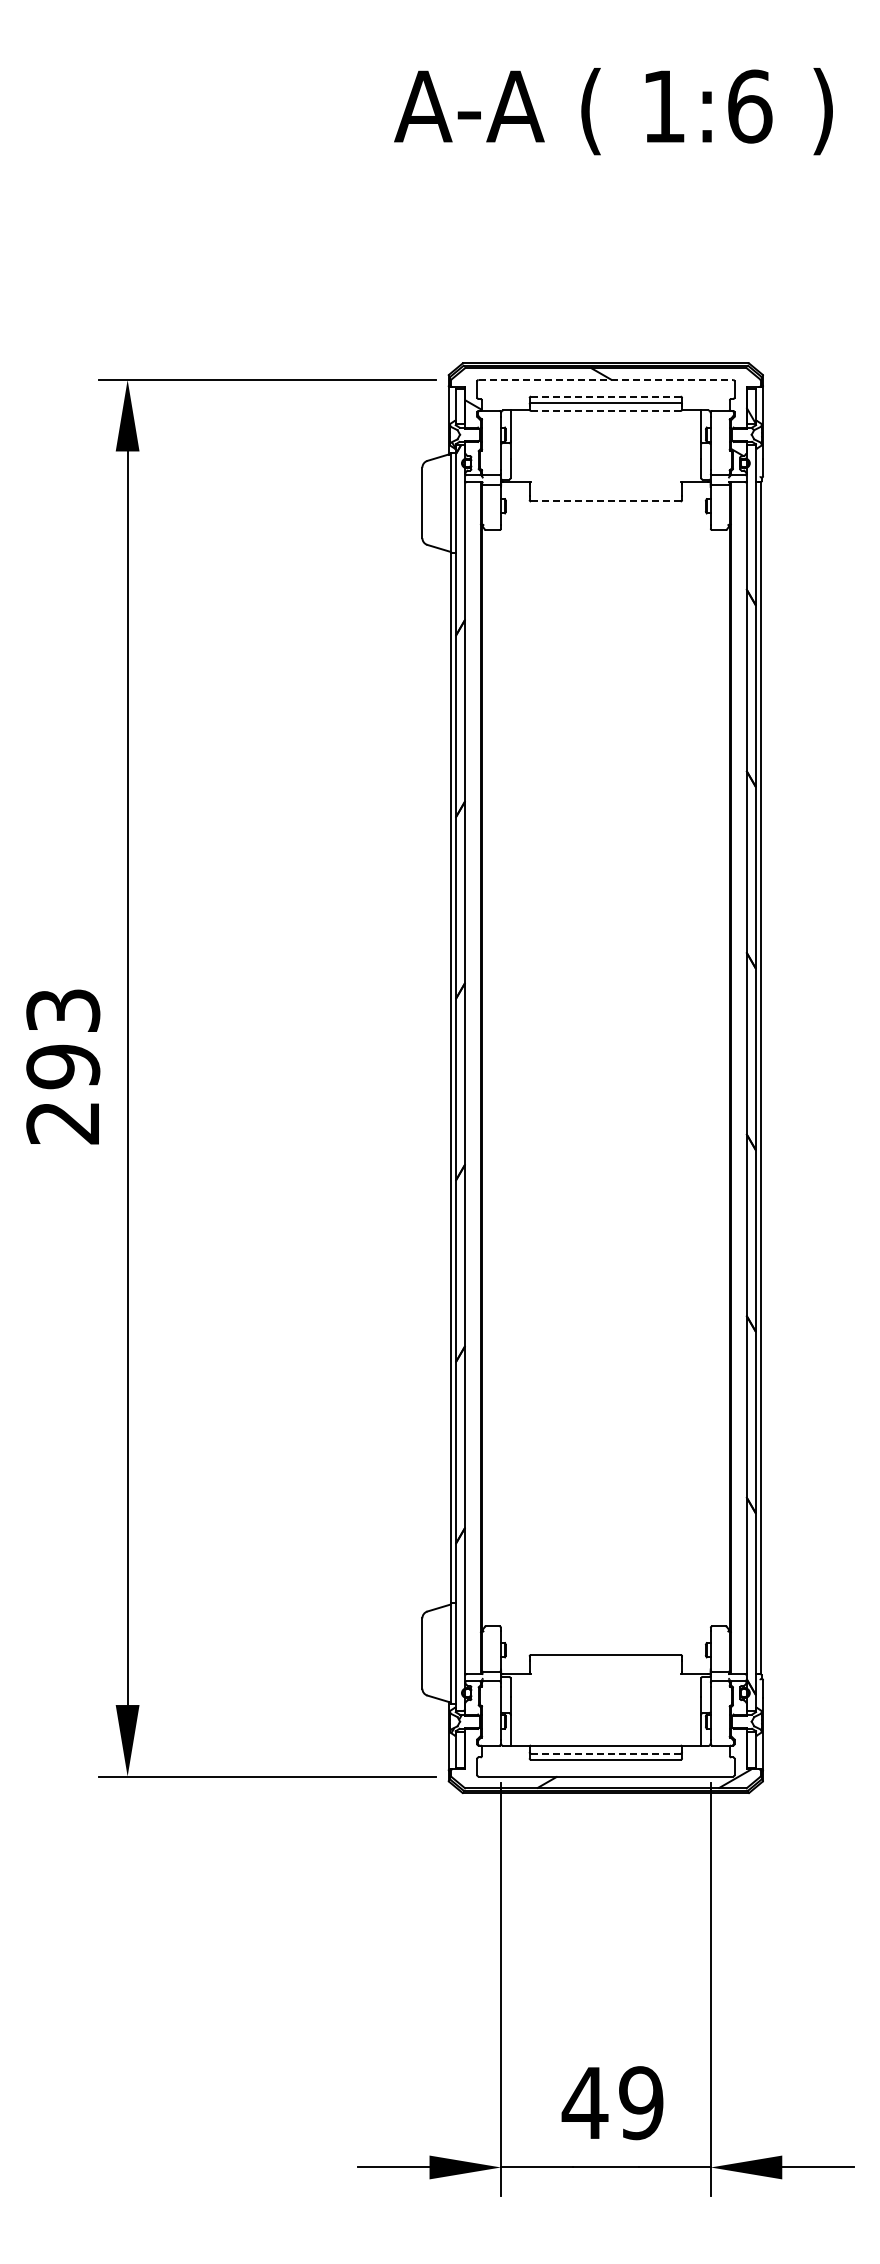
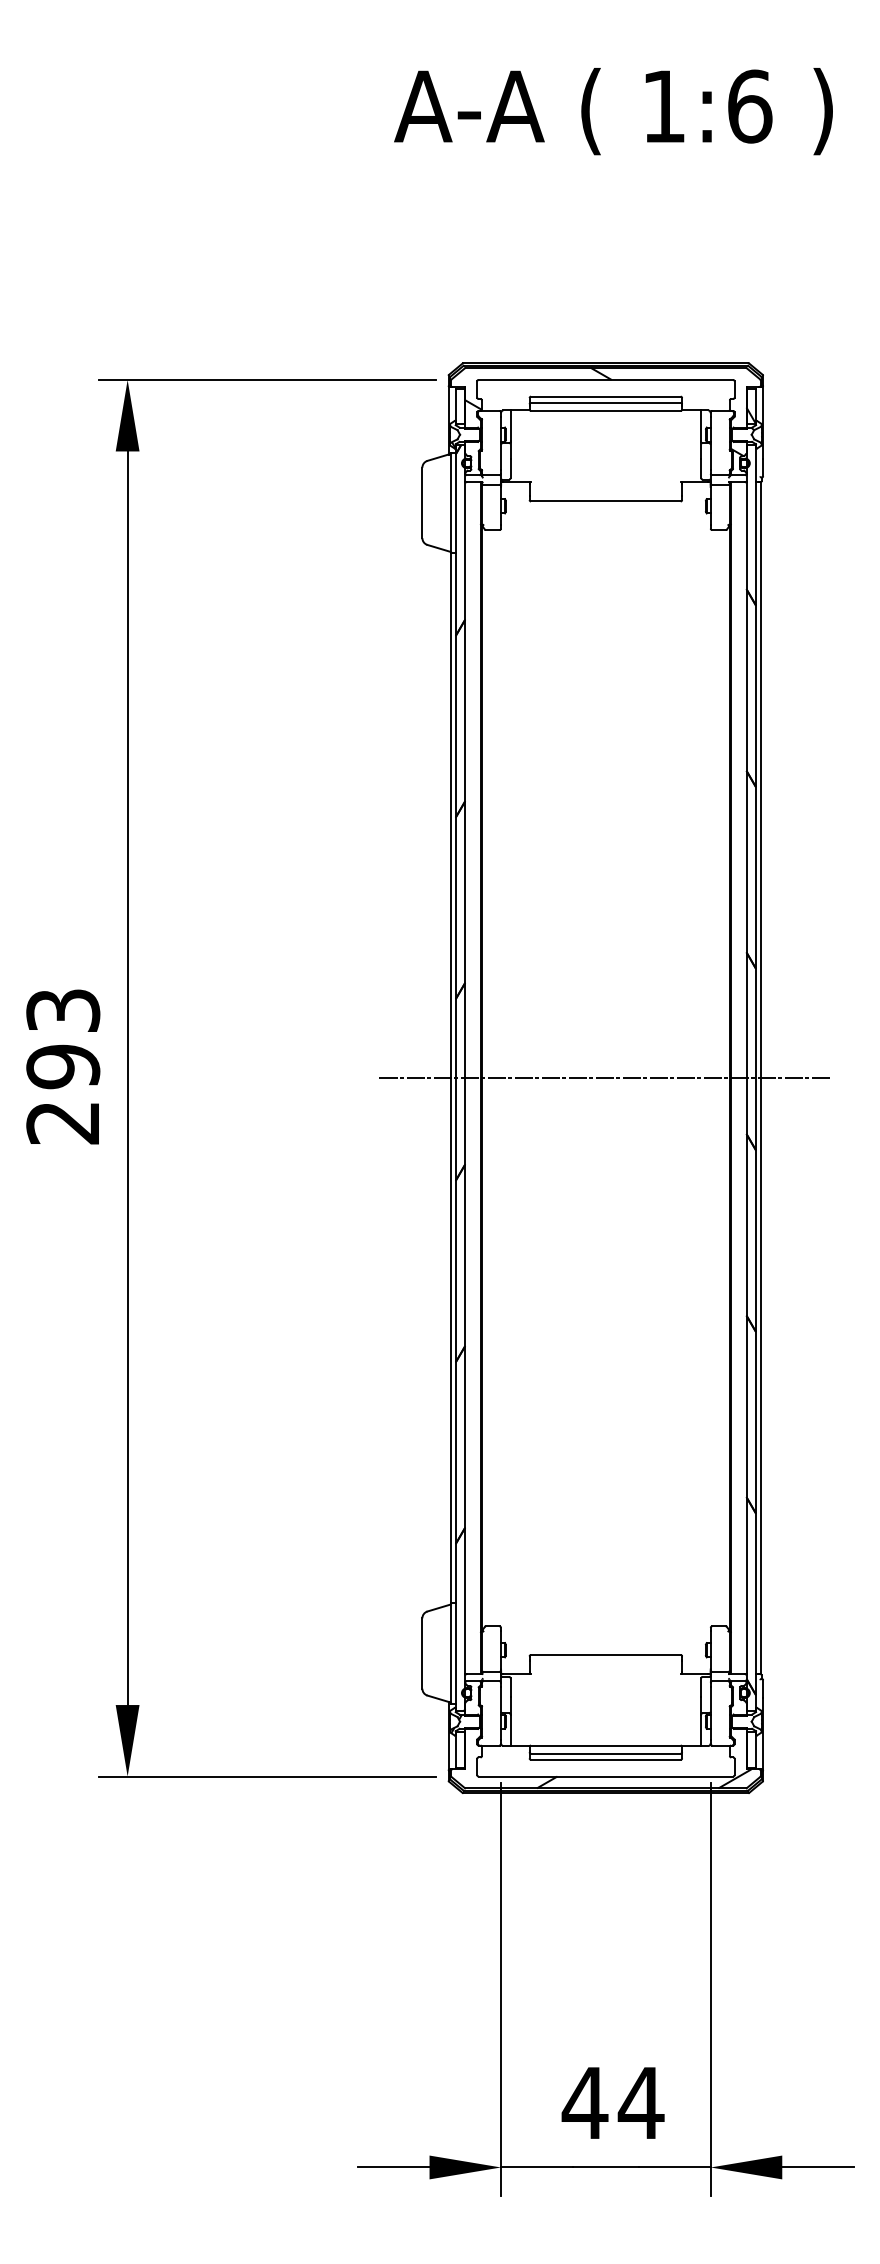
line at (606, 379): dashed -> solid
line at (605, 396): dashed -> solid
line at (605, 410): dashed -> solid
line at (605, 501): dashed -> solid
line at (605, 1078): none -> present
line at (605, 1753): dashed -> solid
text at (640, 2103): 49 -> 44
